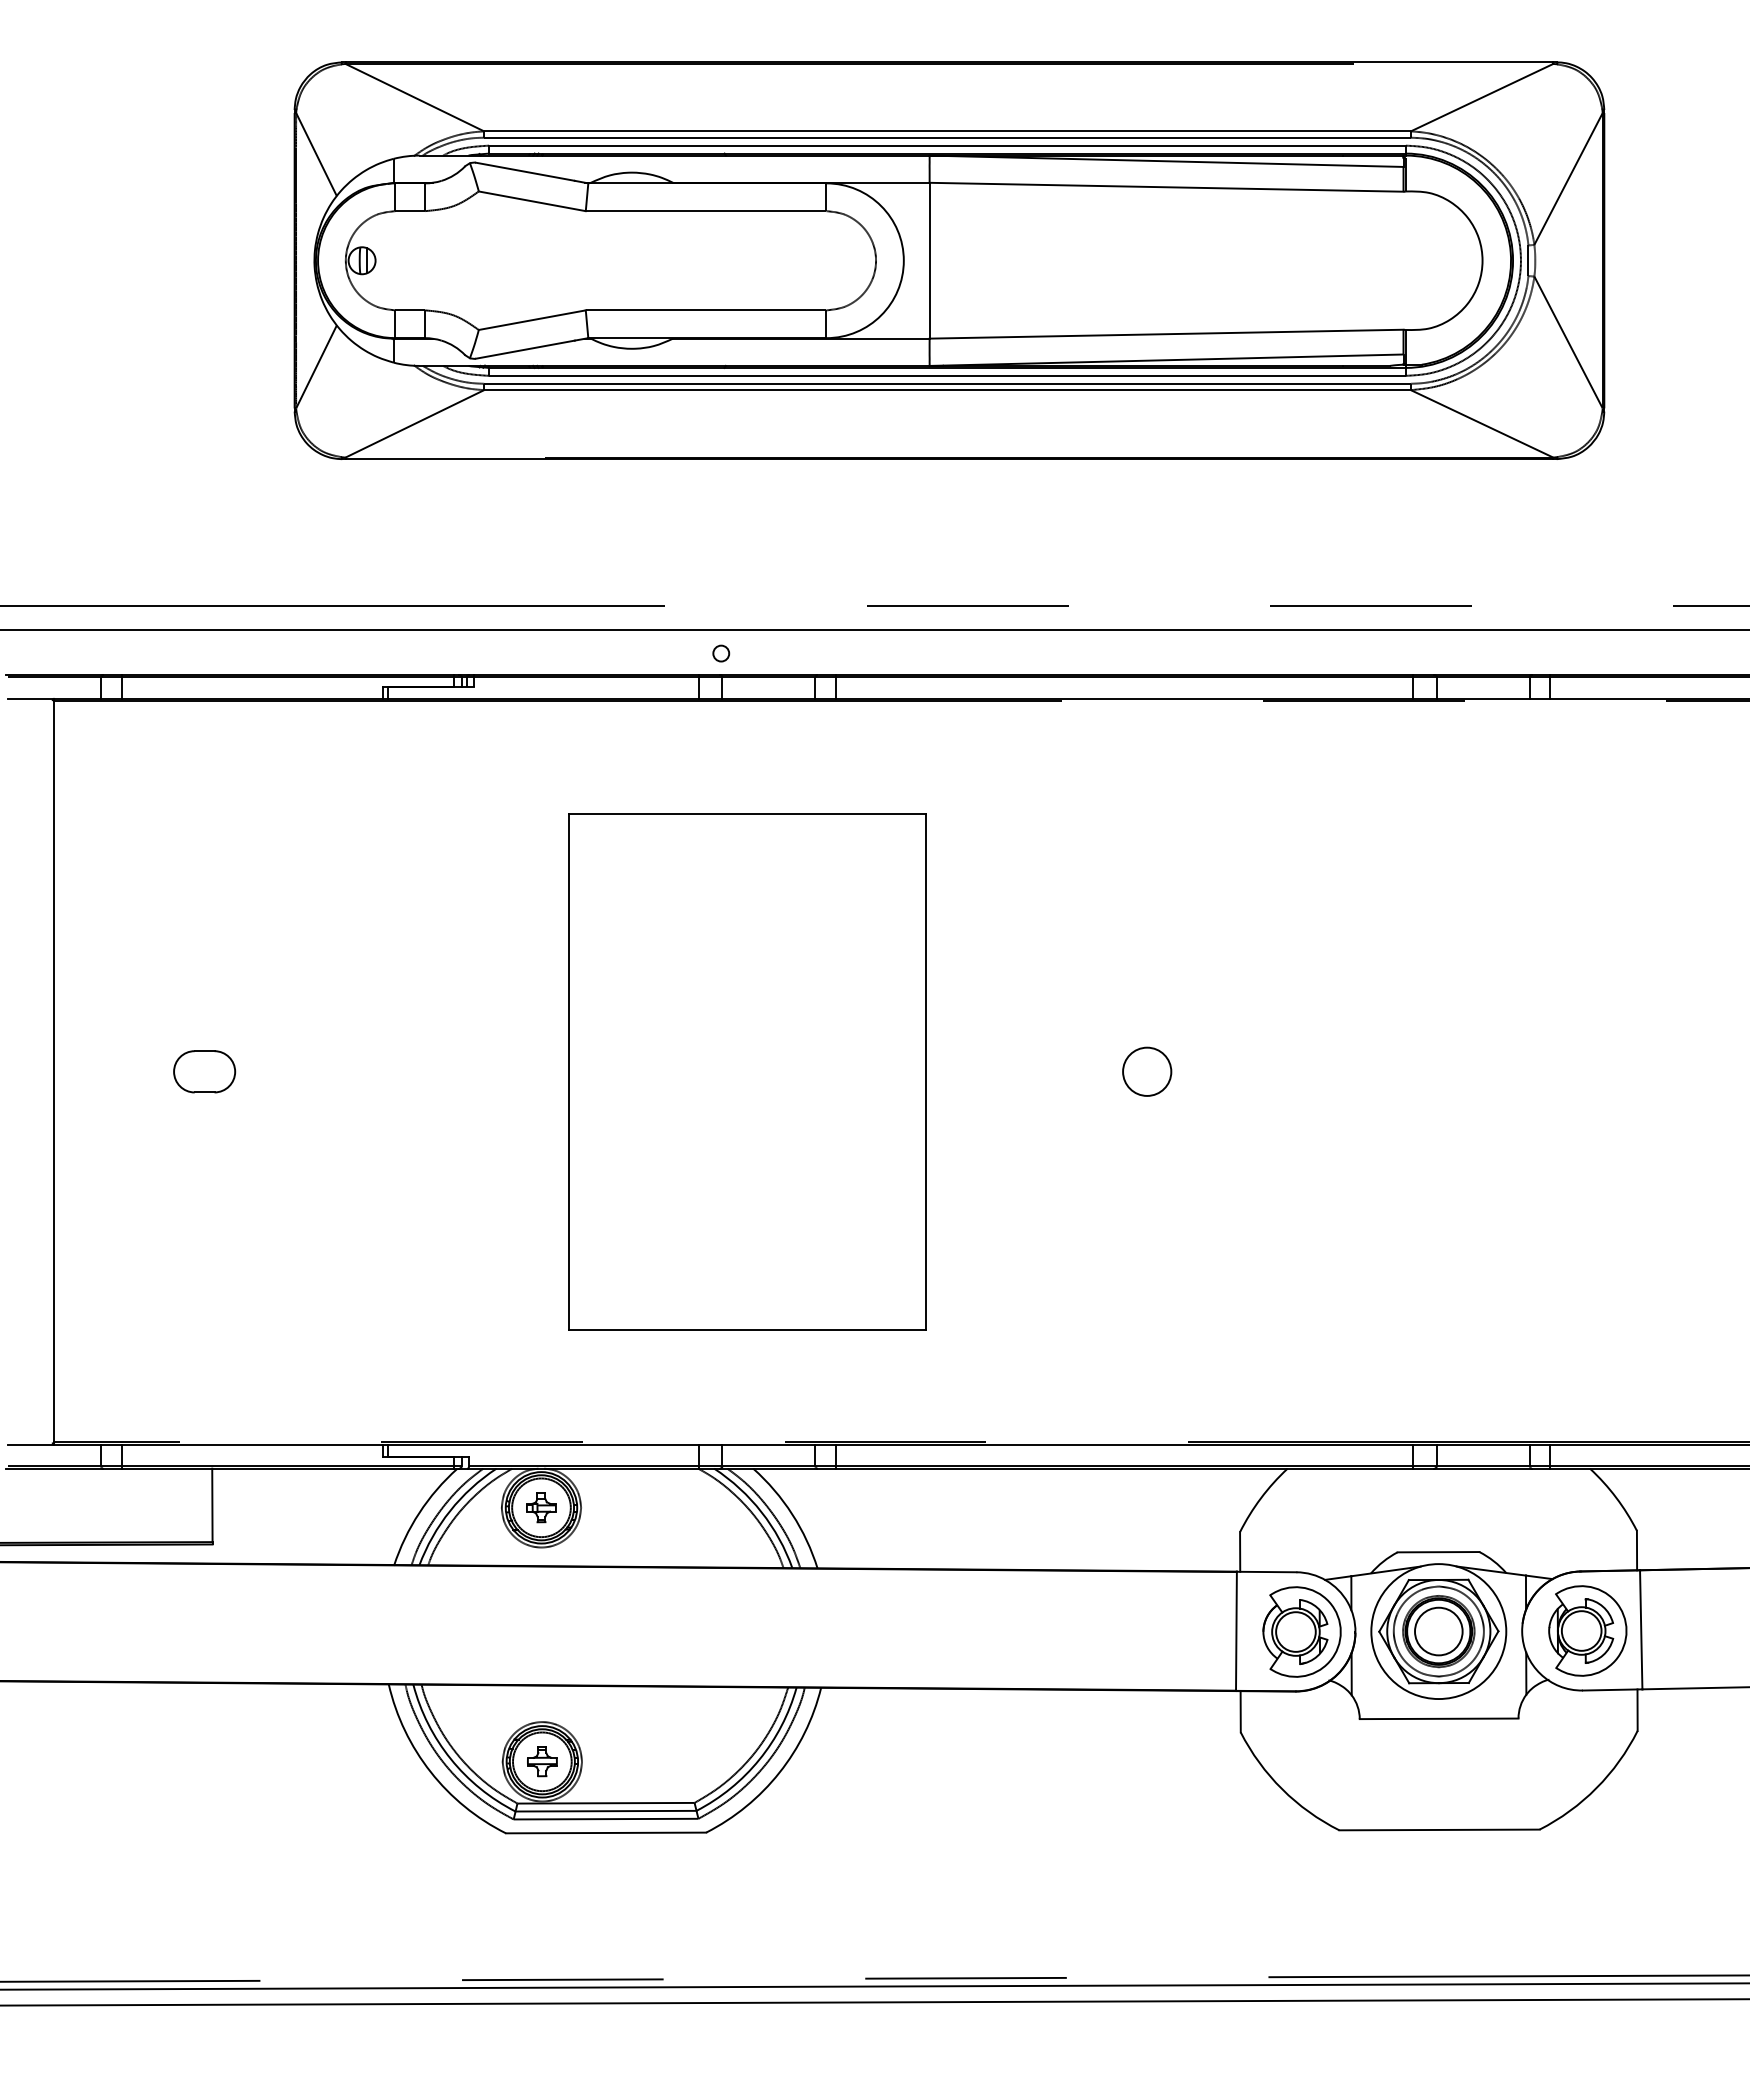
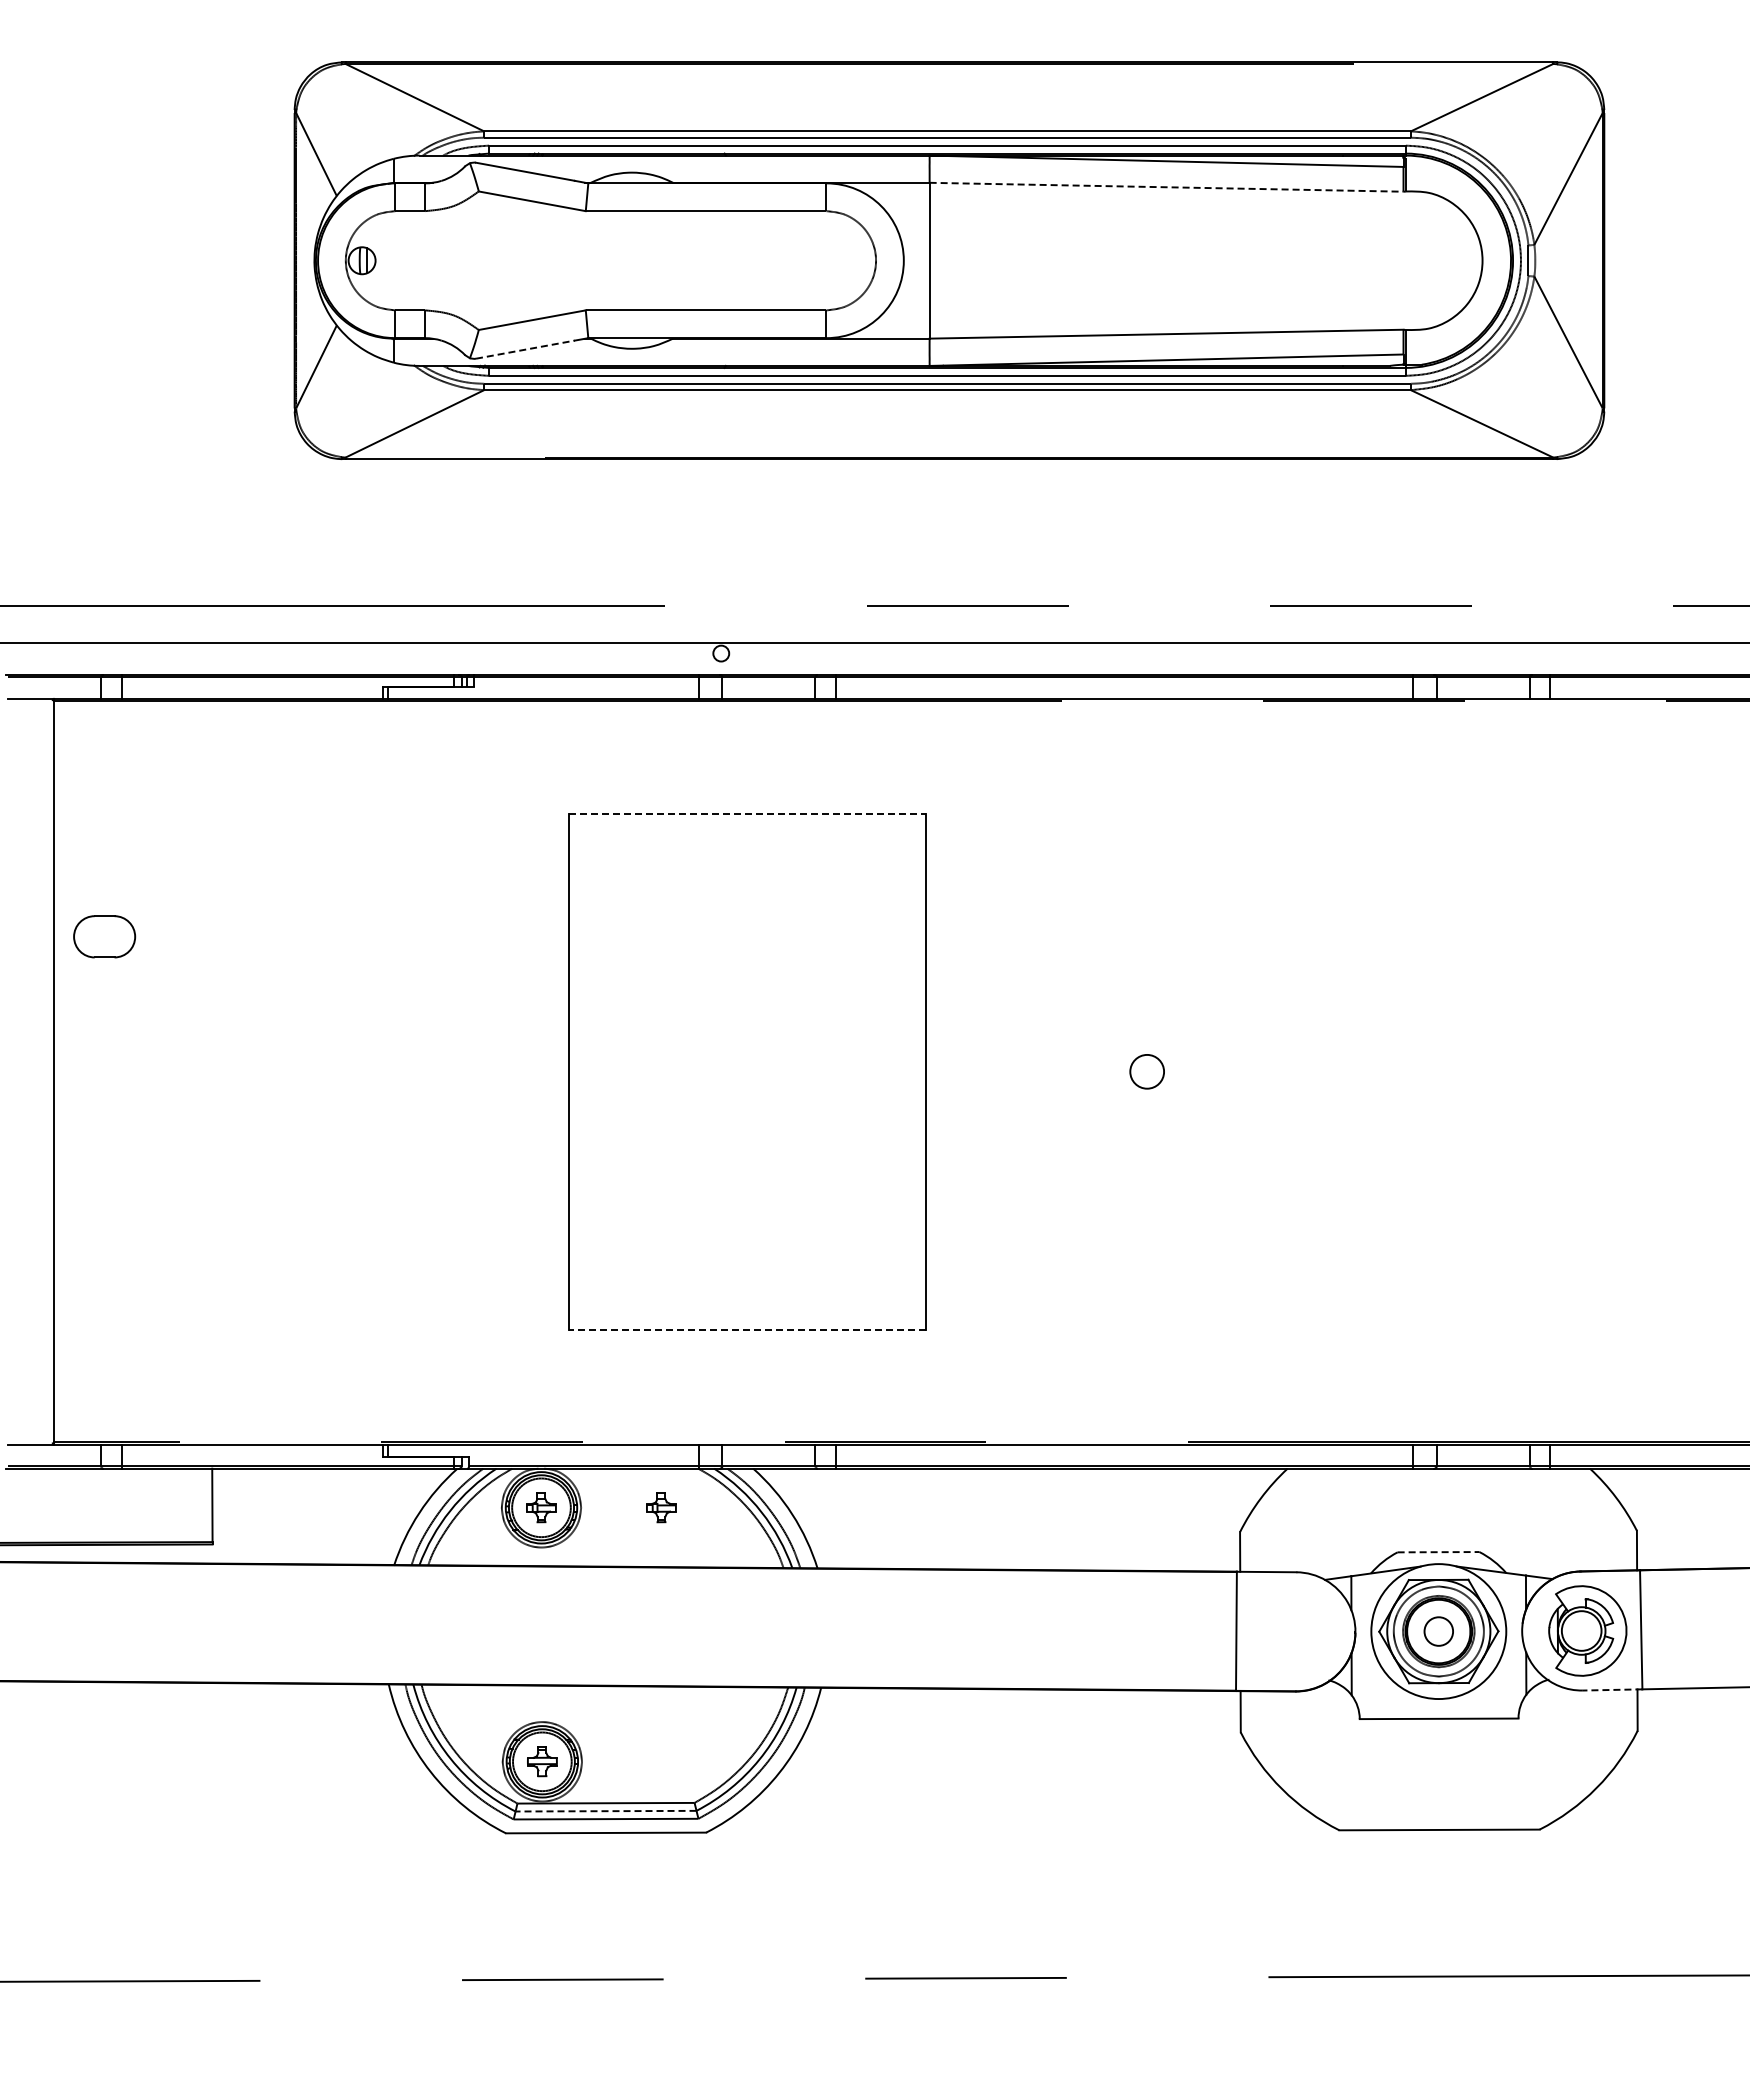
line at (1166, 187): solid -> dashed
line at (525, 349): solid -> dashed
line at (874, 629) position: (874, 629) -> (874, 642)
line at (747, 813): solid -> dashed
part at (204, 1071) position: (204, 1071) -> (104, 936)
circle at (1147, 1071) diameter: 48 px -> 34 px
line at (747, 1329): solid -> dashed
part at (661, 1507): none -> present
line at (1438, 1552): solid -> dashed
part at (1301, 1631): present -> none
circle at (1438, 1631) diameter: 48 px -> 29 px
line at (1612, 1689): solid -> dashed
line at (605, 1811): solid -> dashed
line at (874, 1986): present -> none
line at (874, 2002): present -> none
